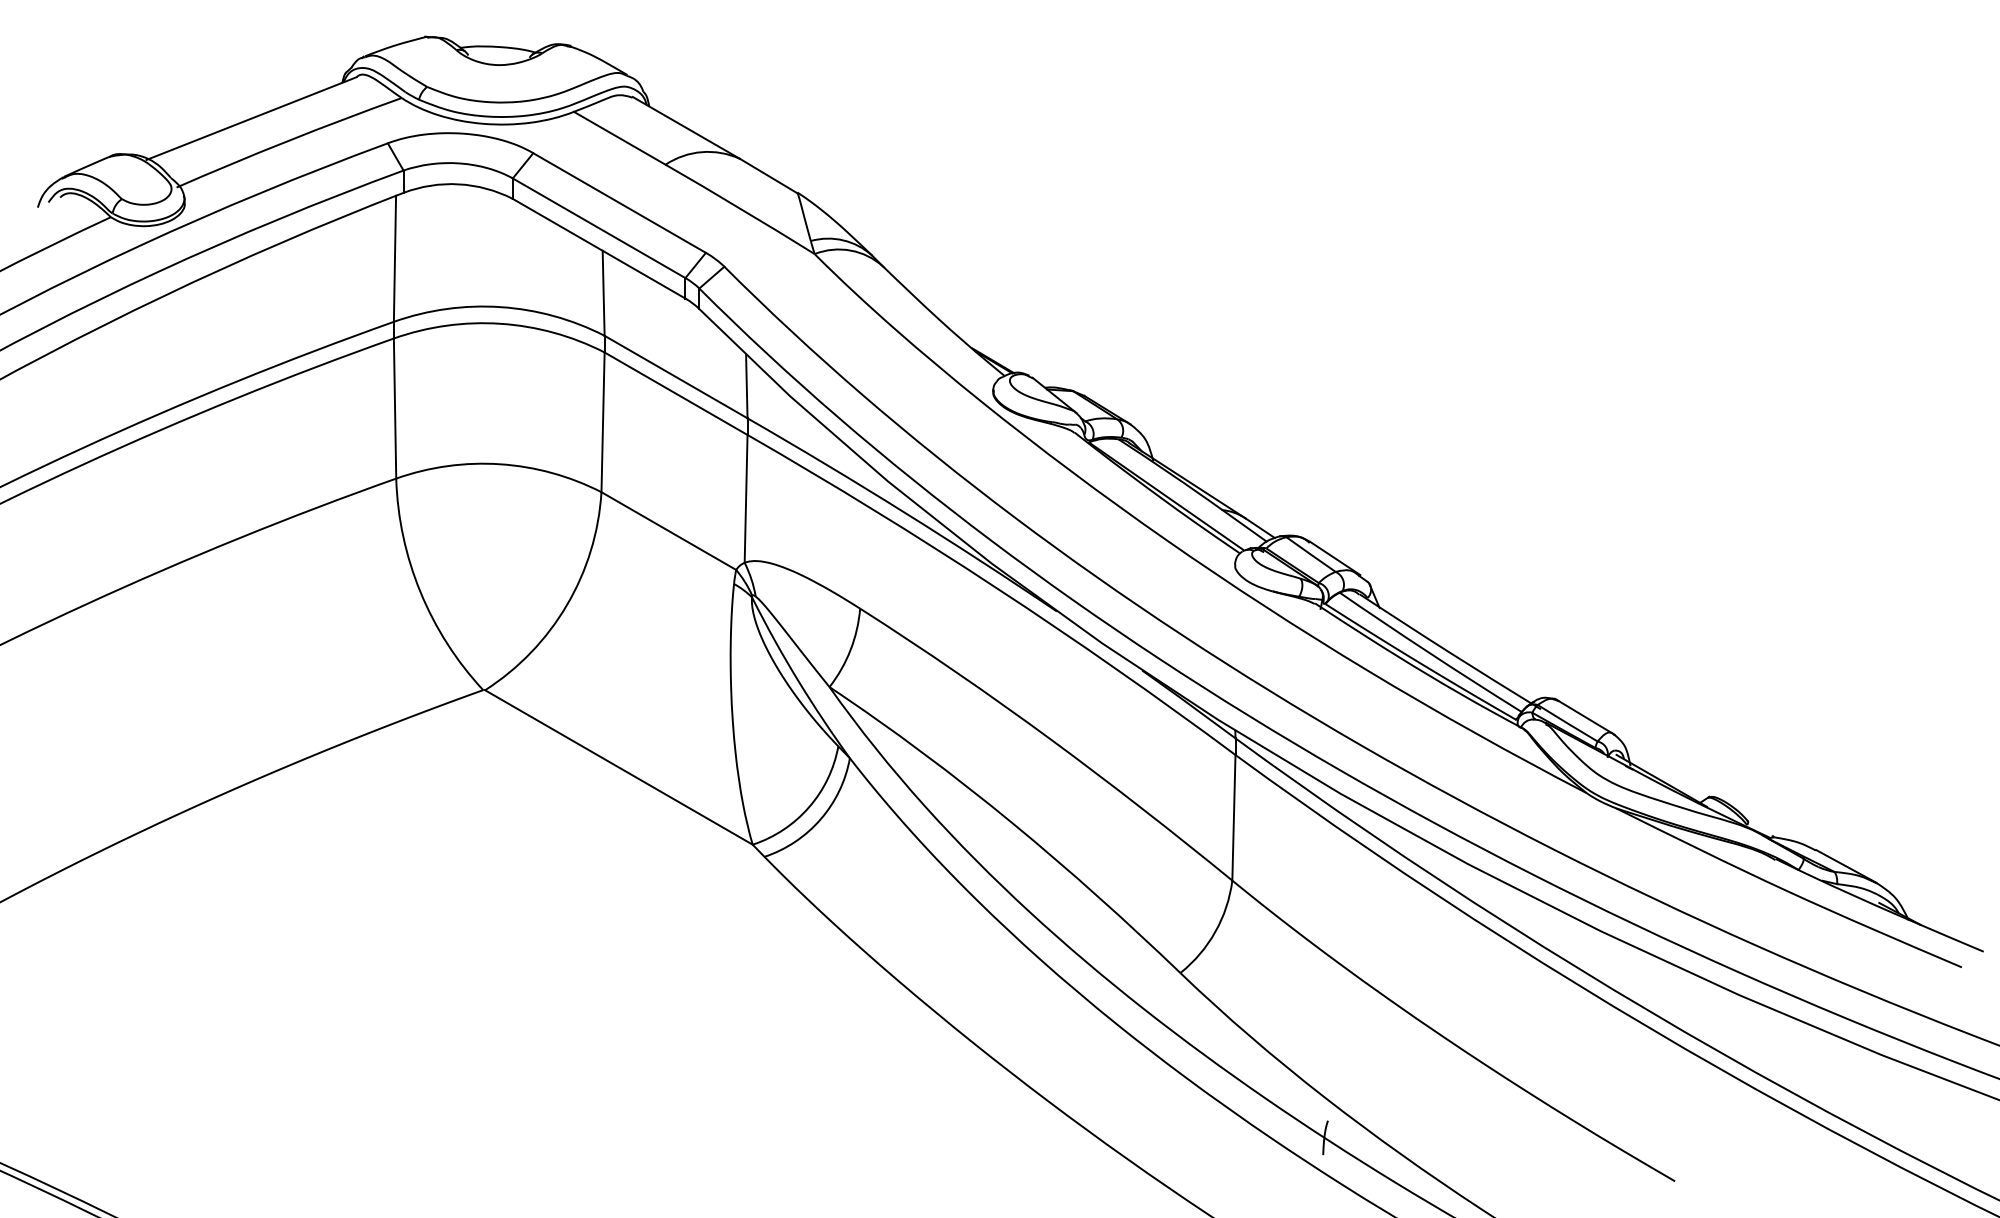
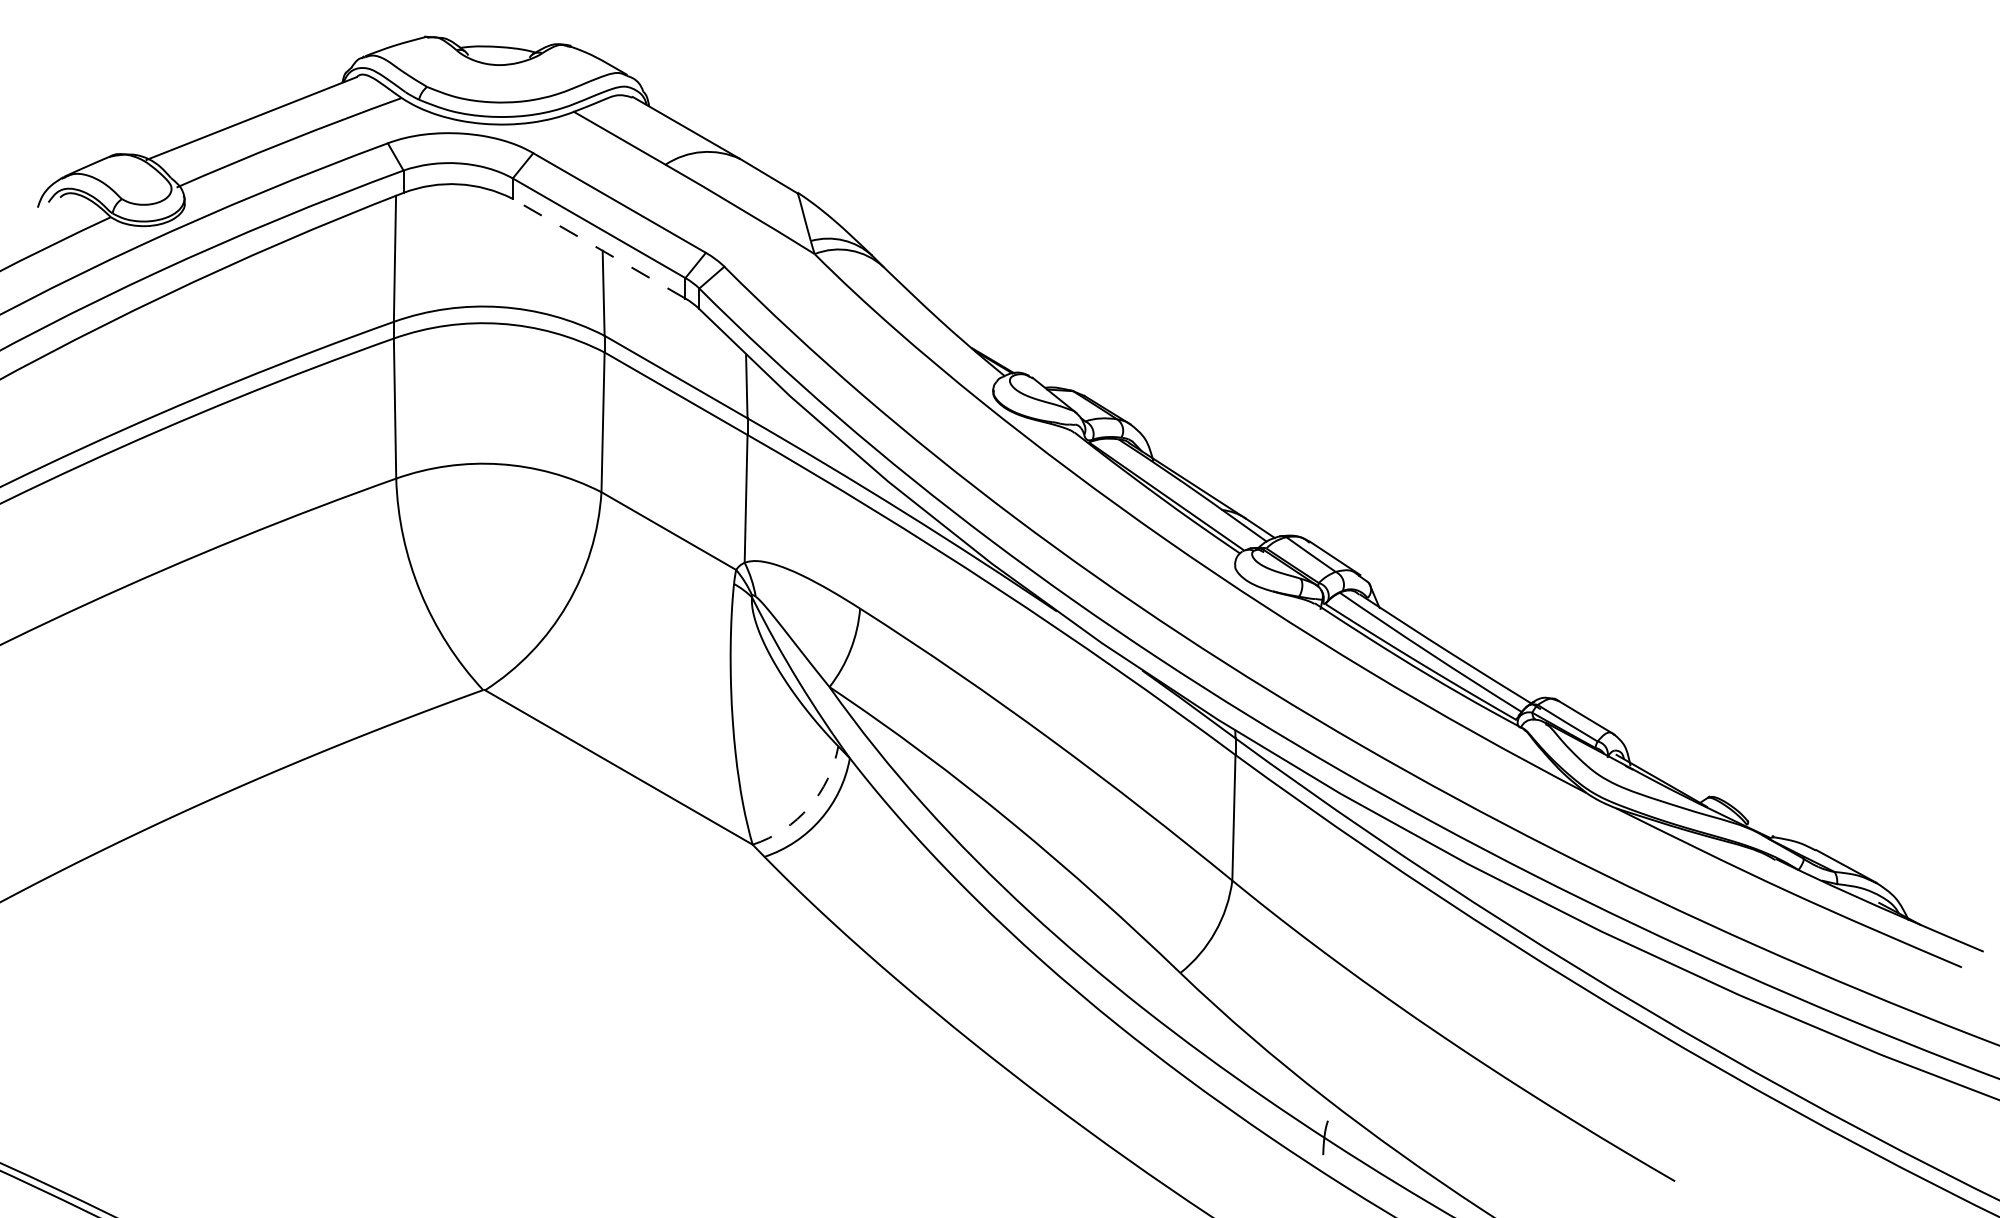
line at (599, 248): solid -> dashed
arc at (809, 807): solid -> dashed
